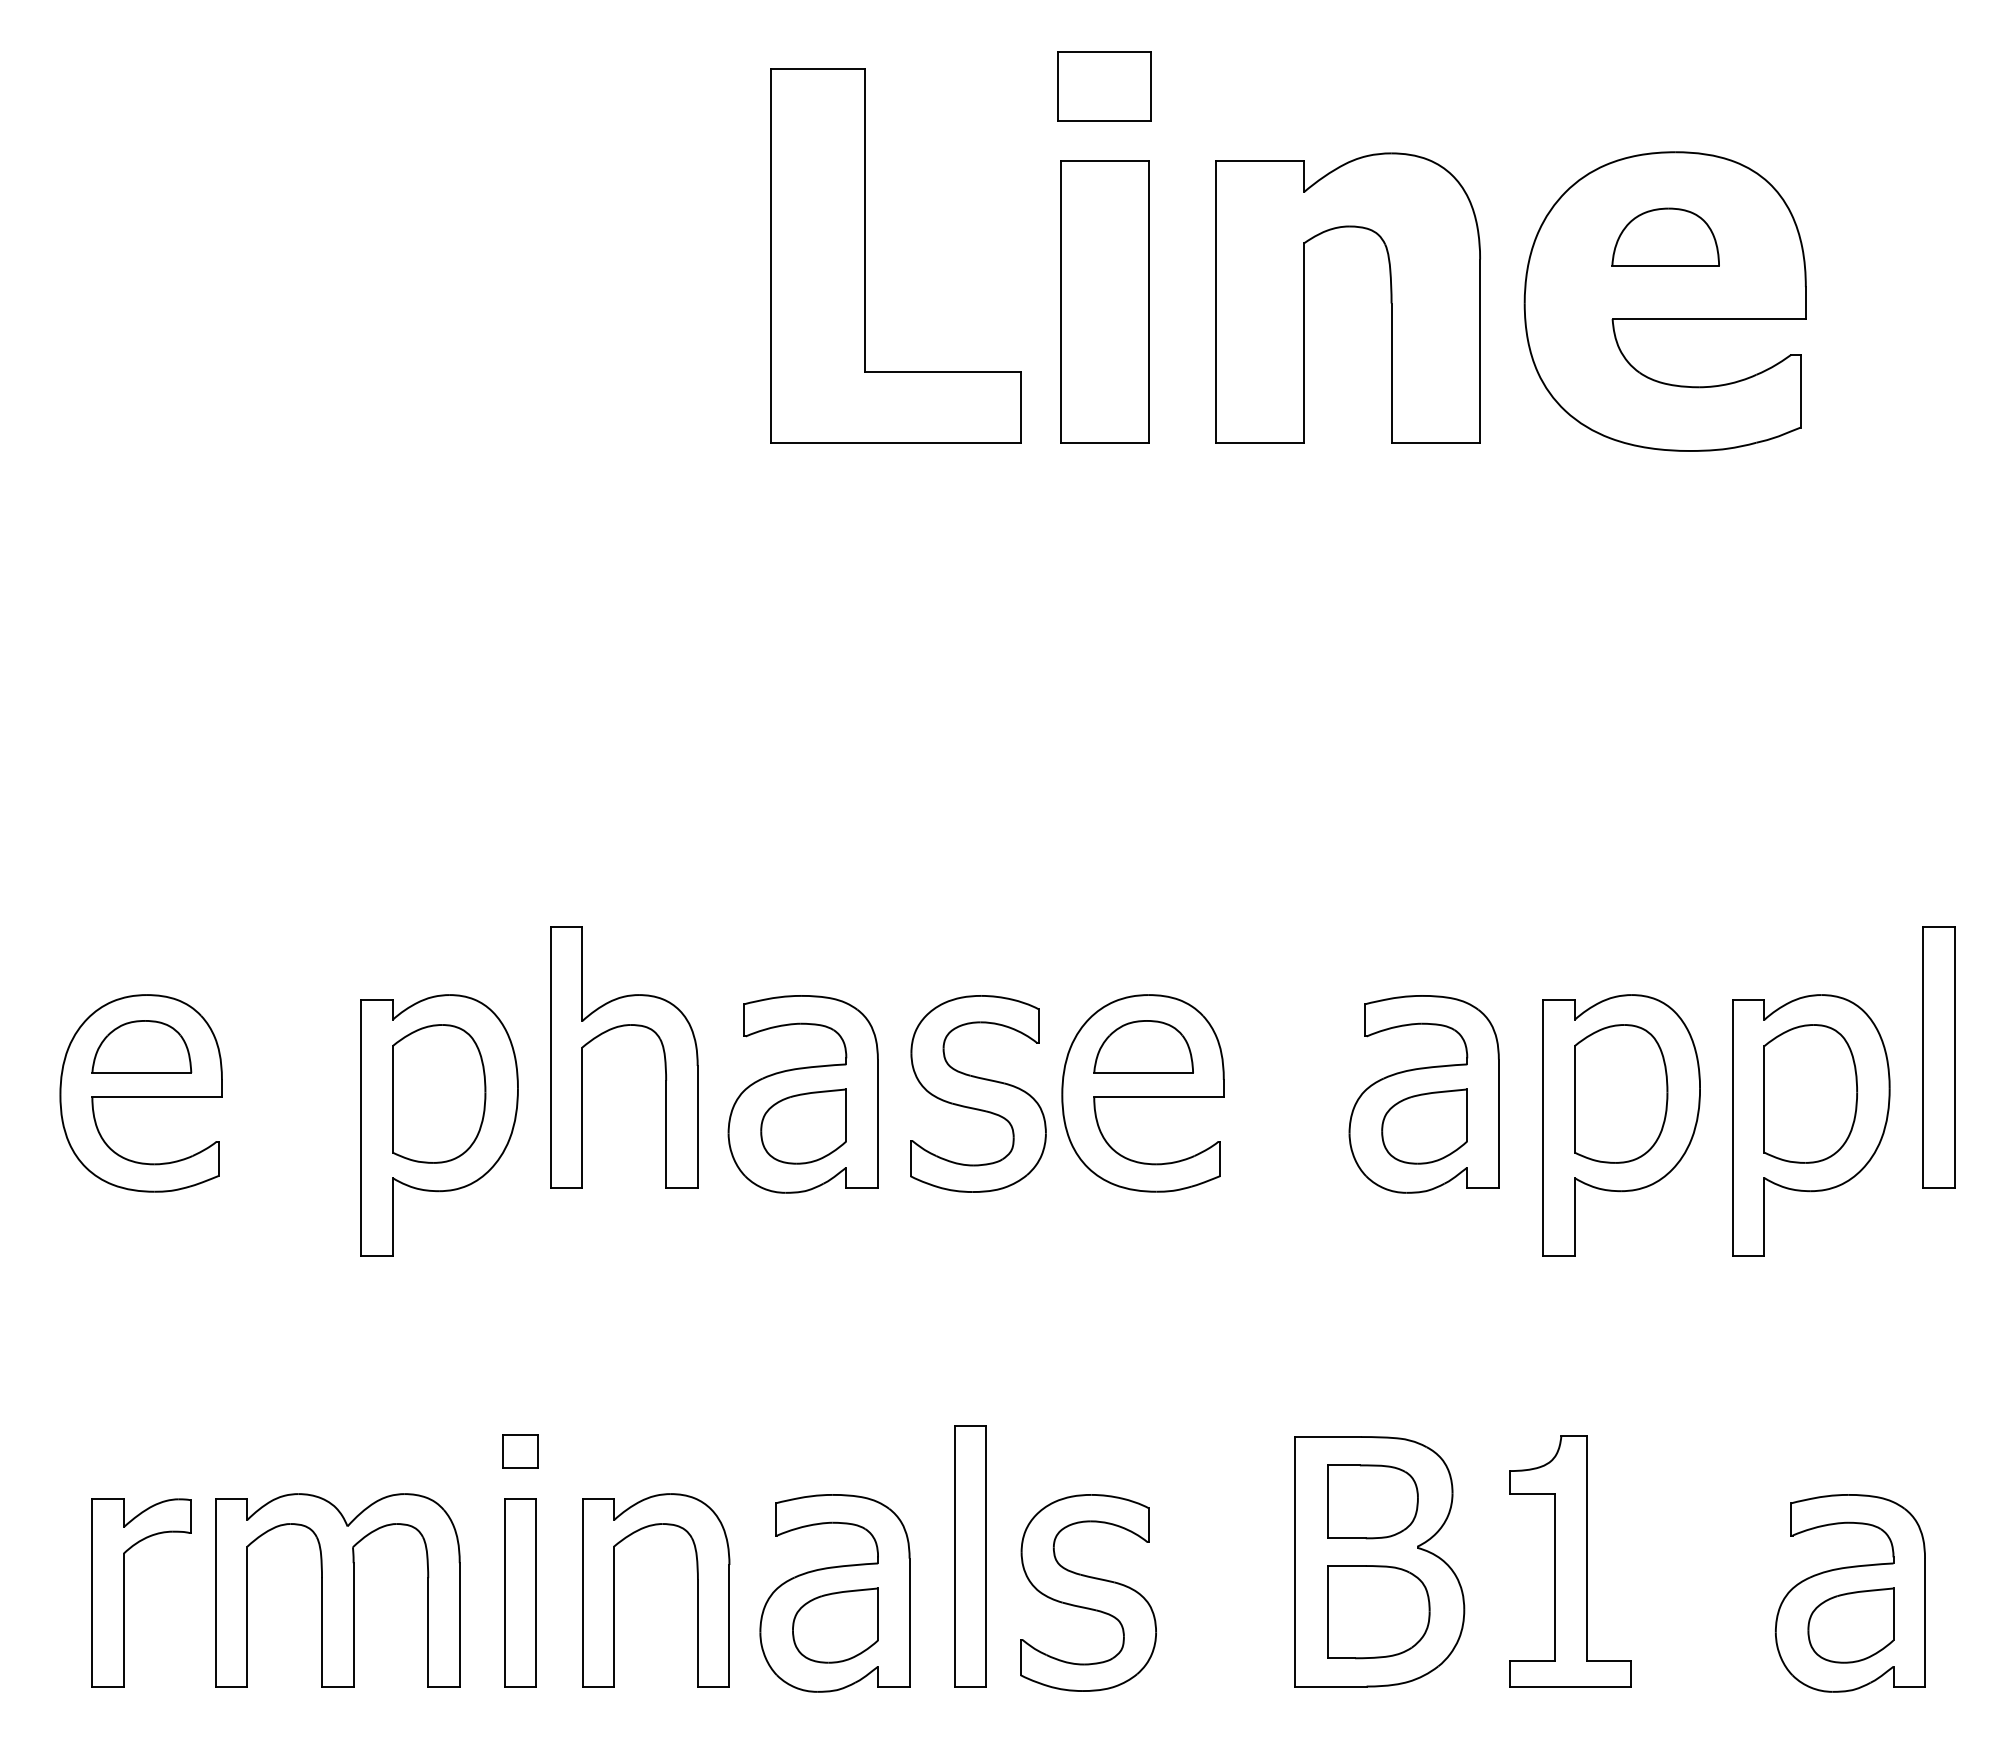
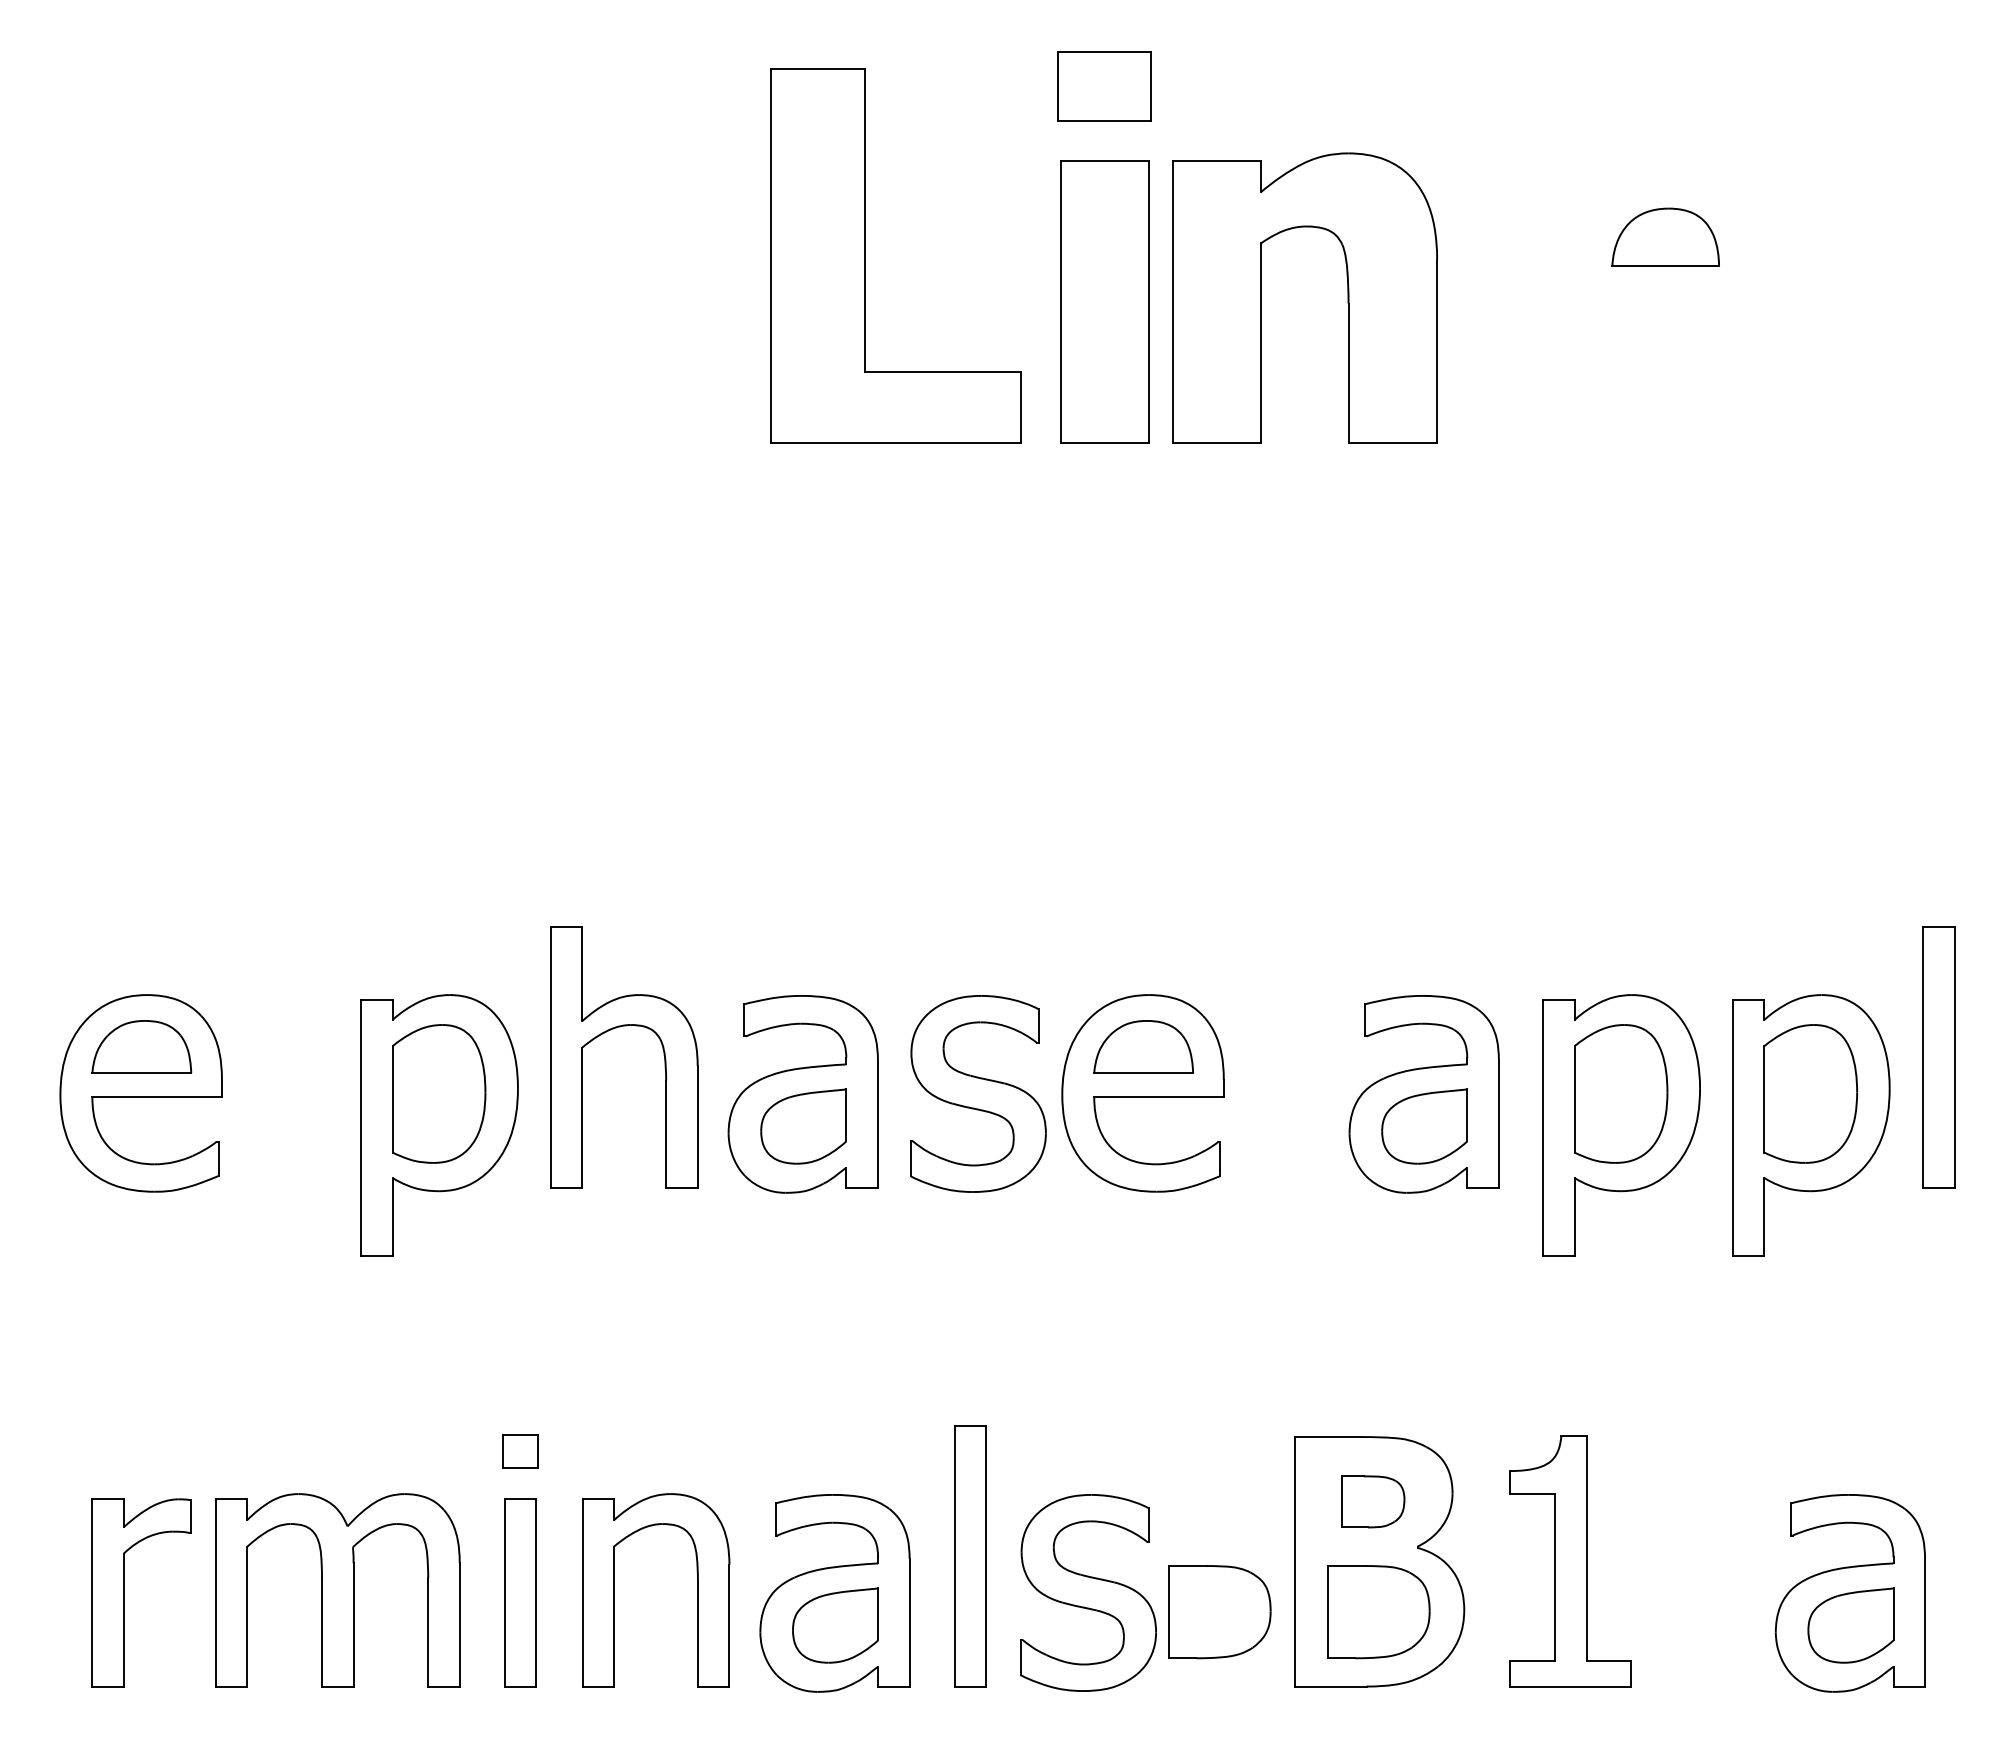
part at (1304, 297) position: (1304, 297) -> (1261, 297)
part at (1664, 301): present -> none
part at (1372, 1501) size: 92x76 px -> 65x54 px
part at (1219, 1612): none -> present
